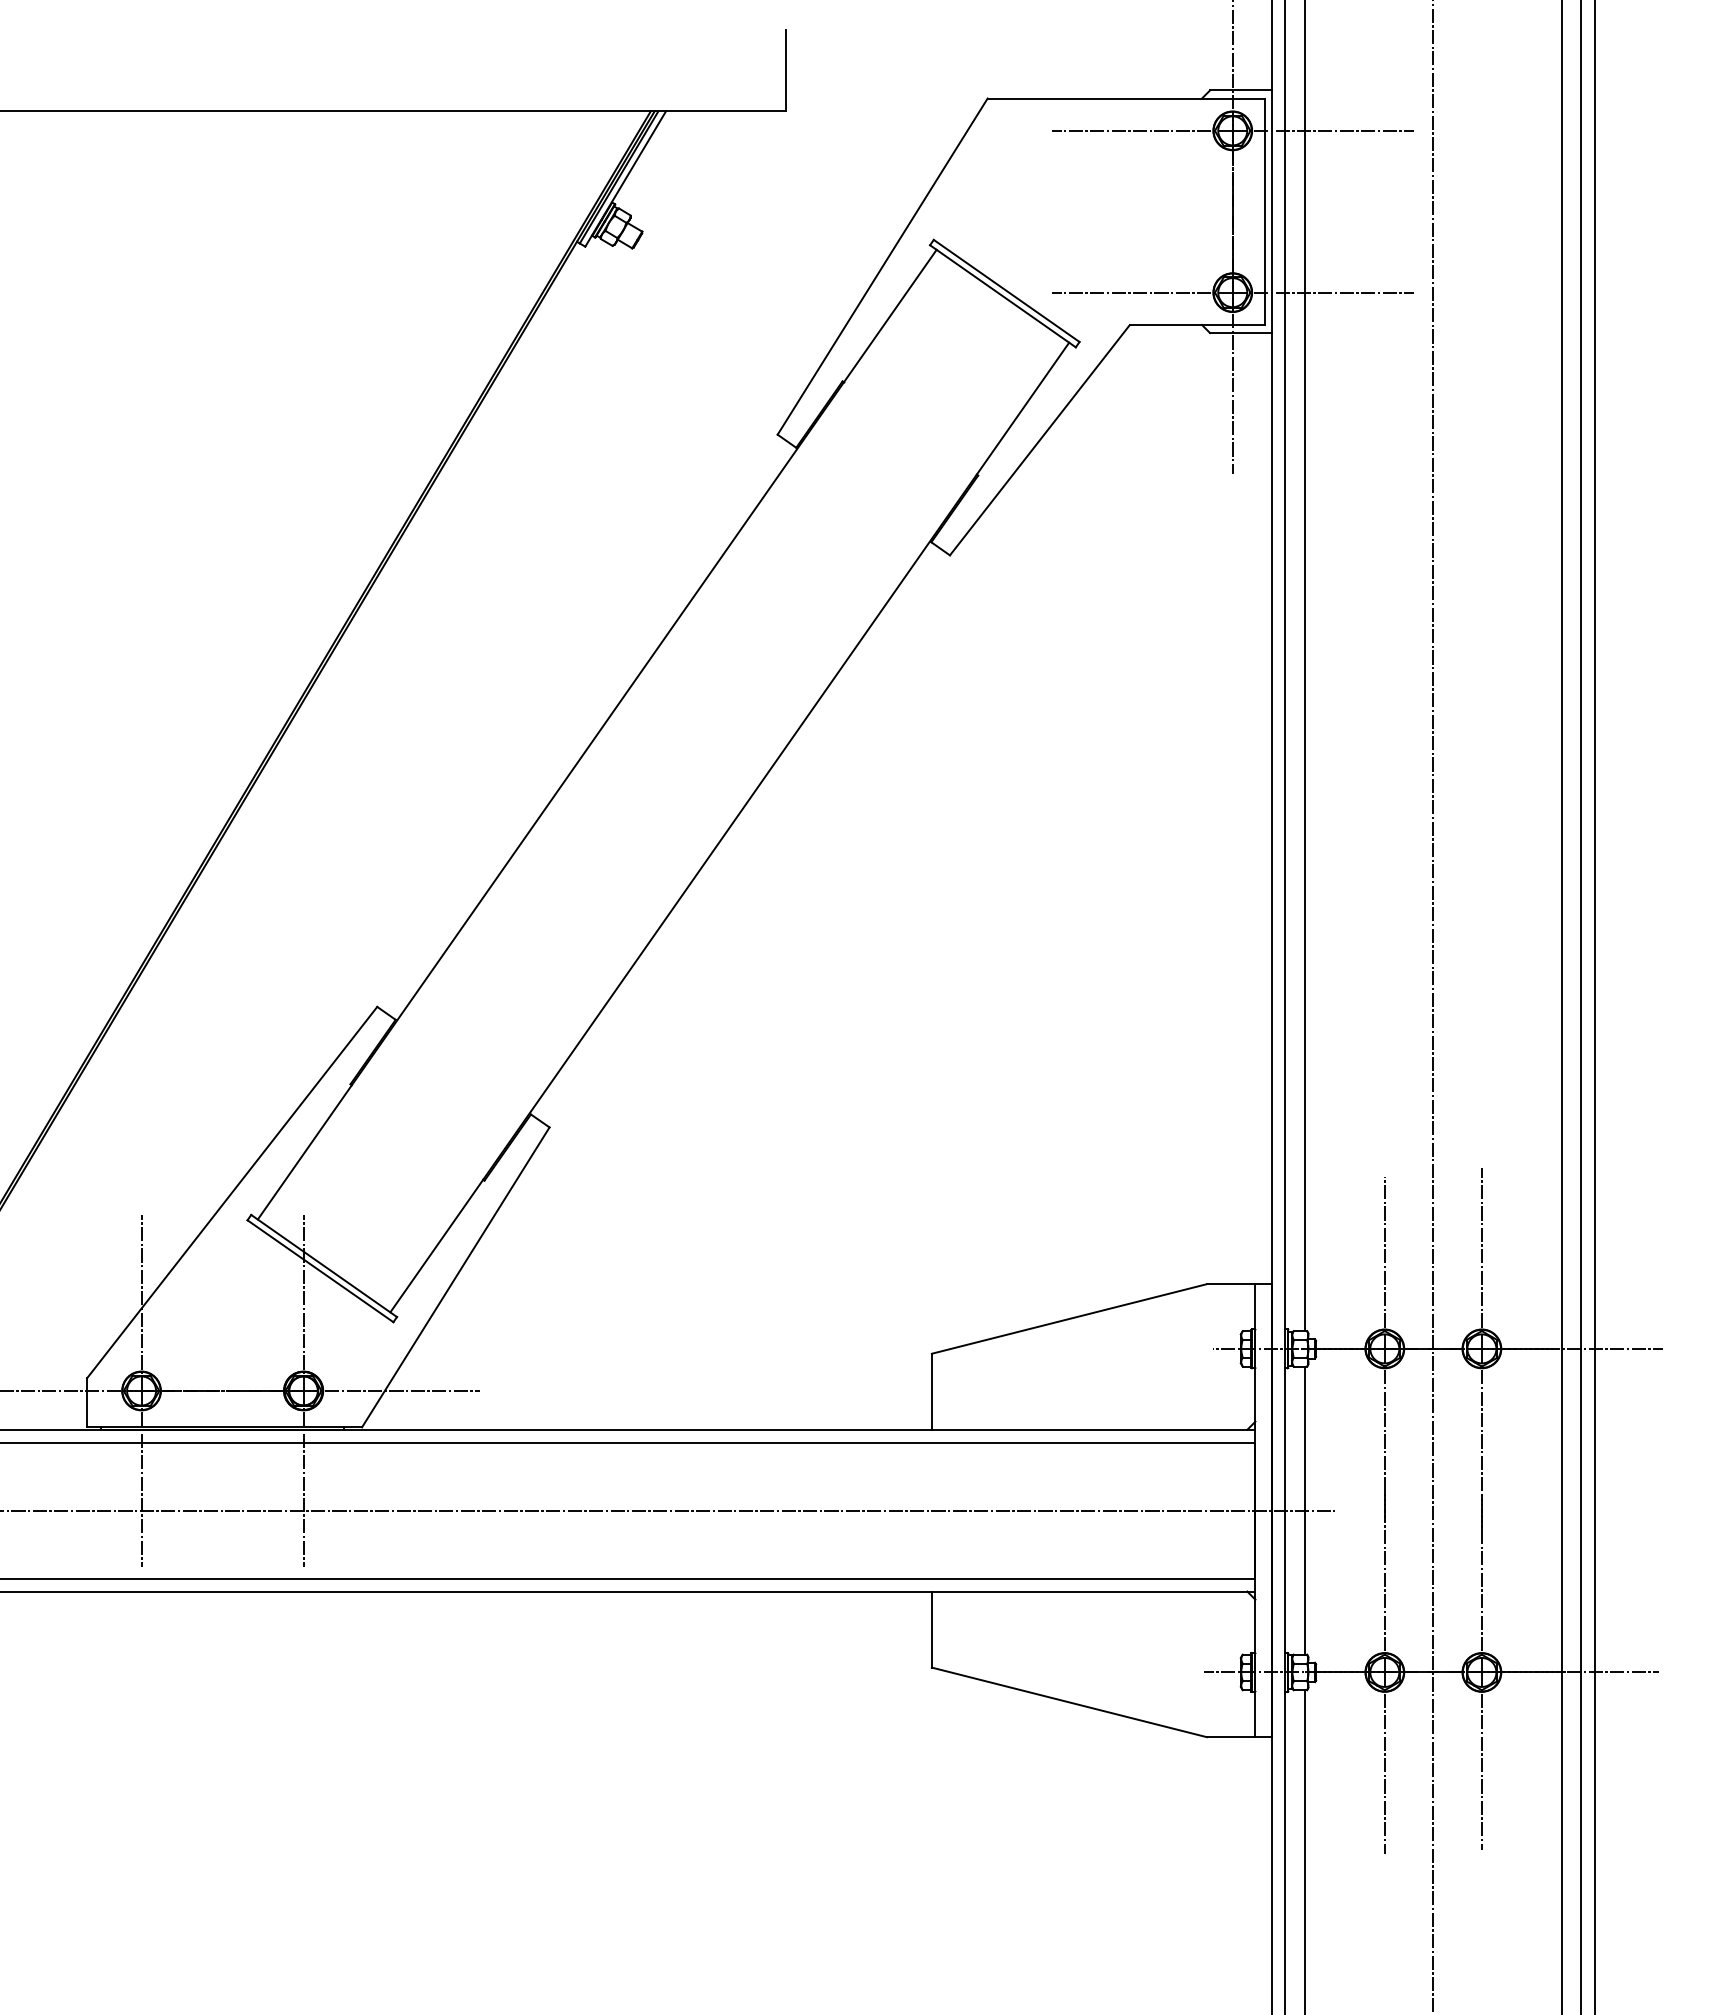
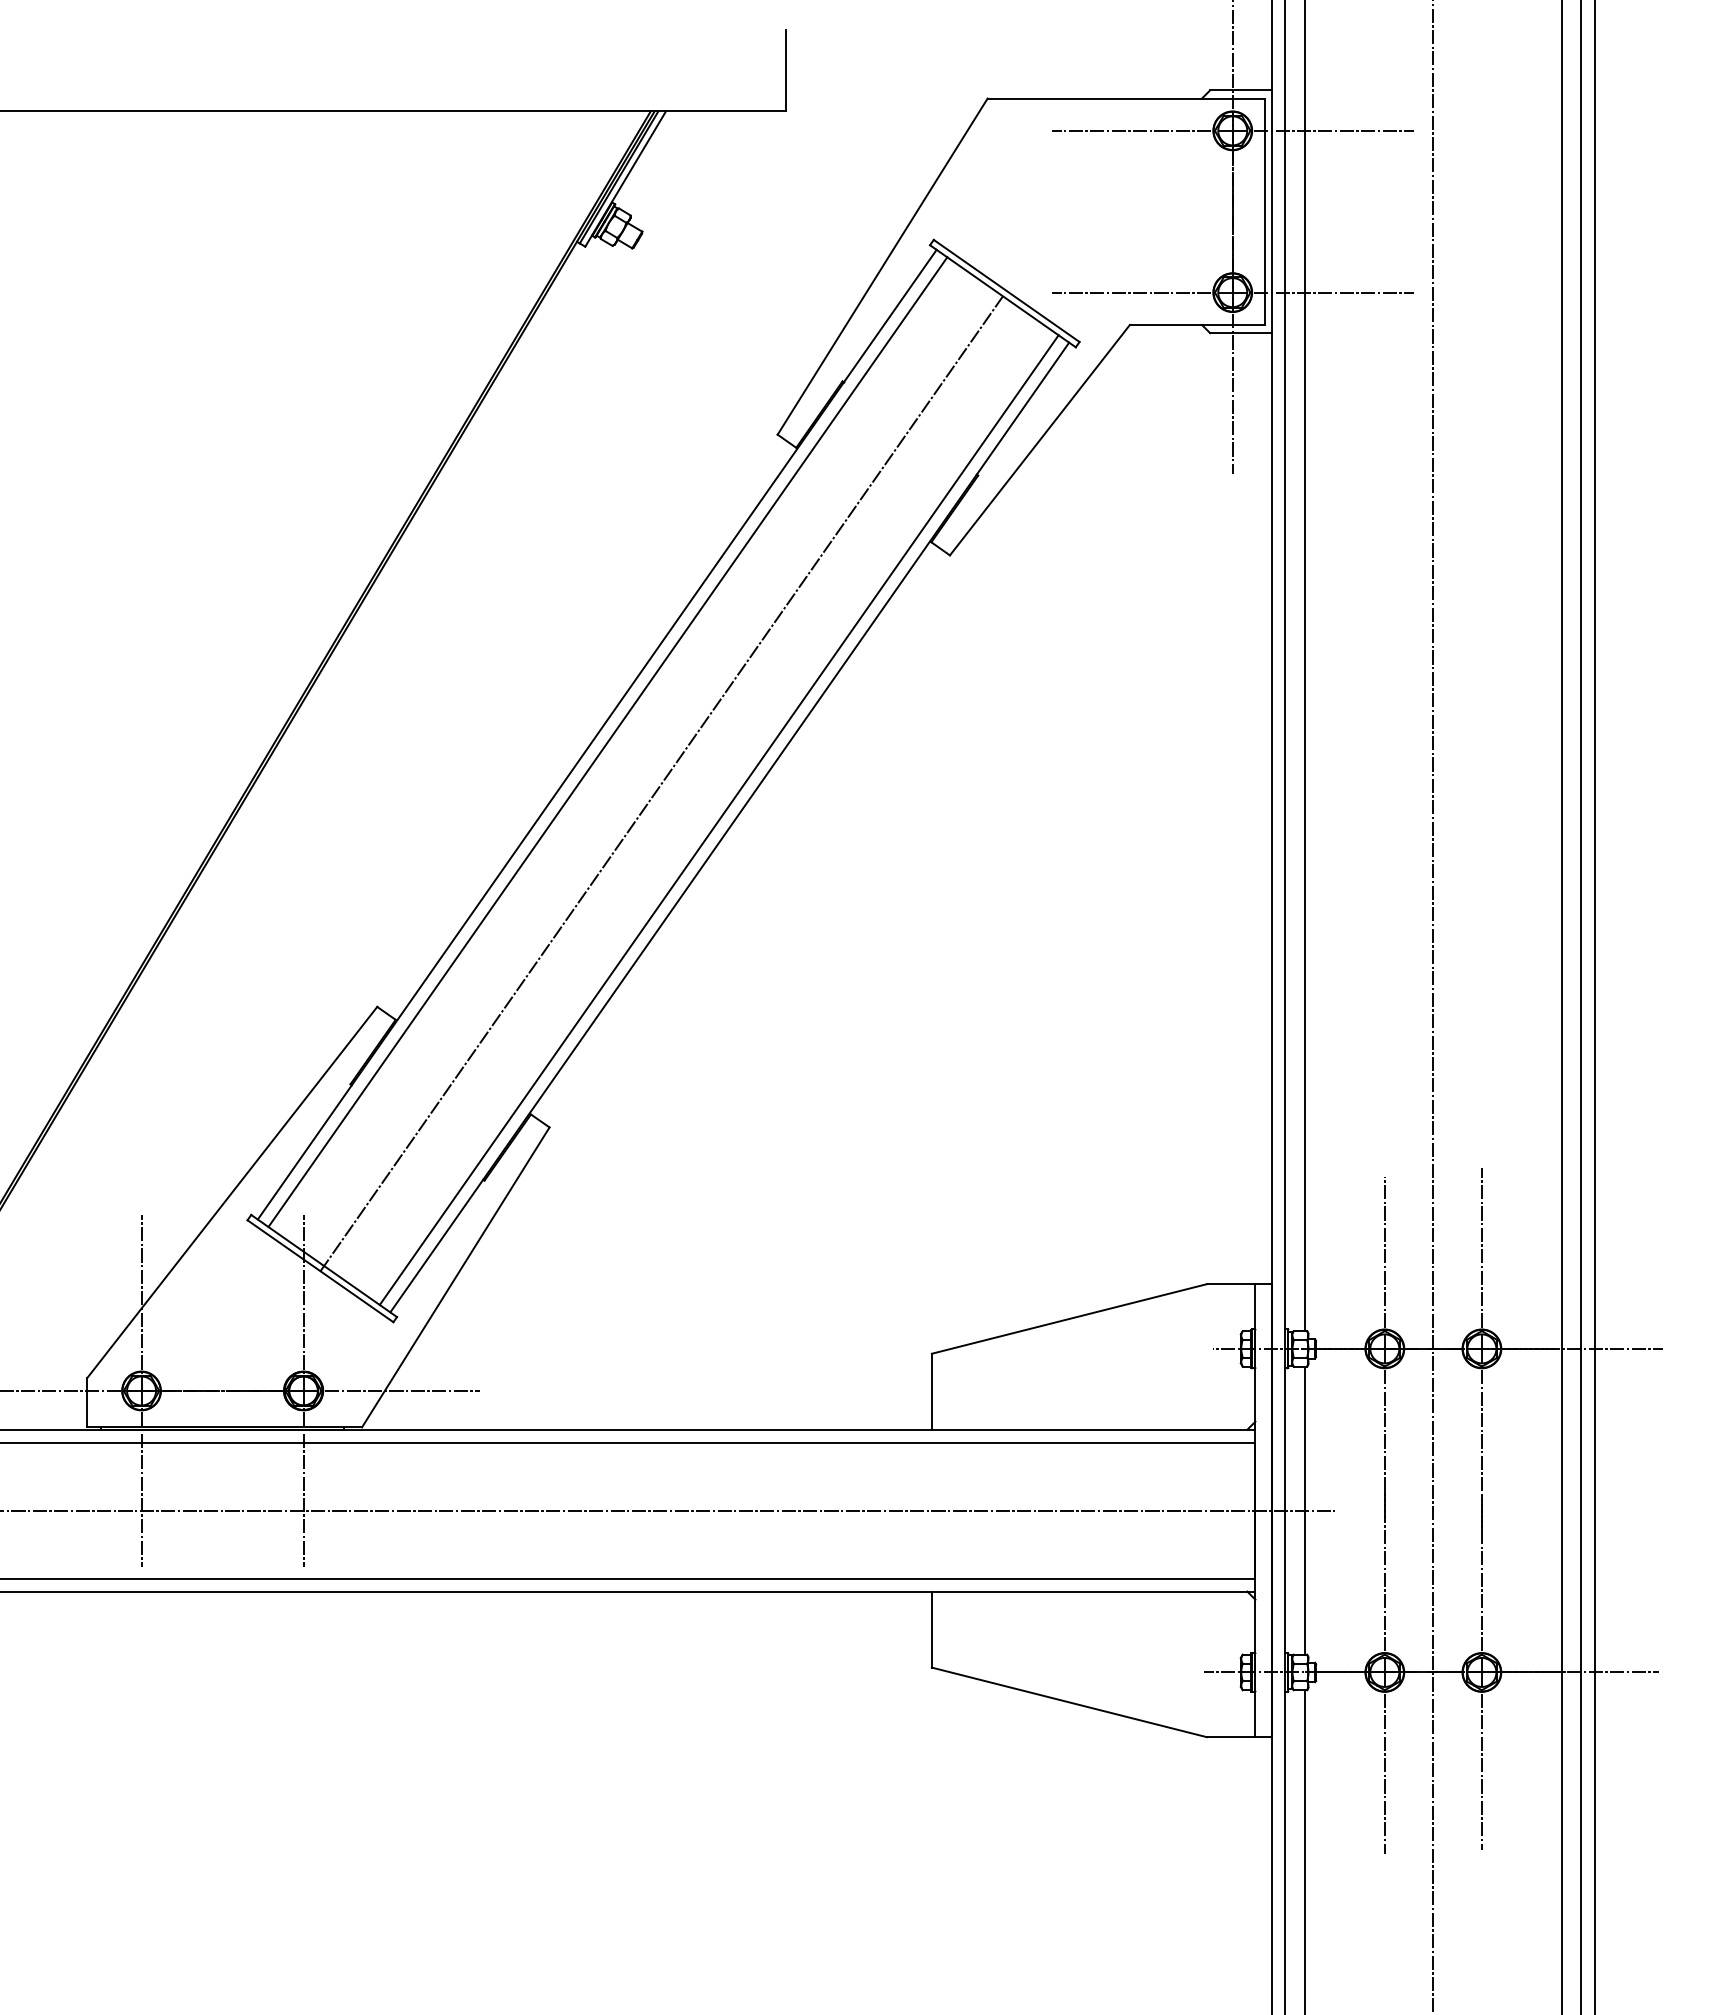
line at (607, 741): none -> present
line at (661, 783): none -> present
line at (718, 819): none -> present
